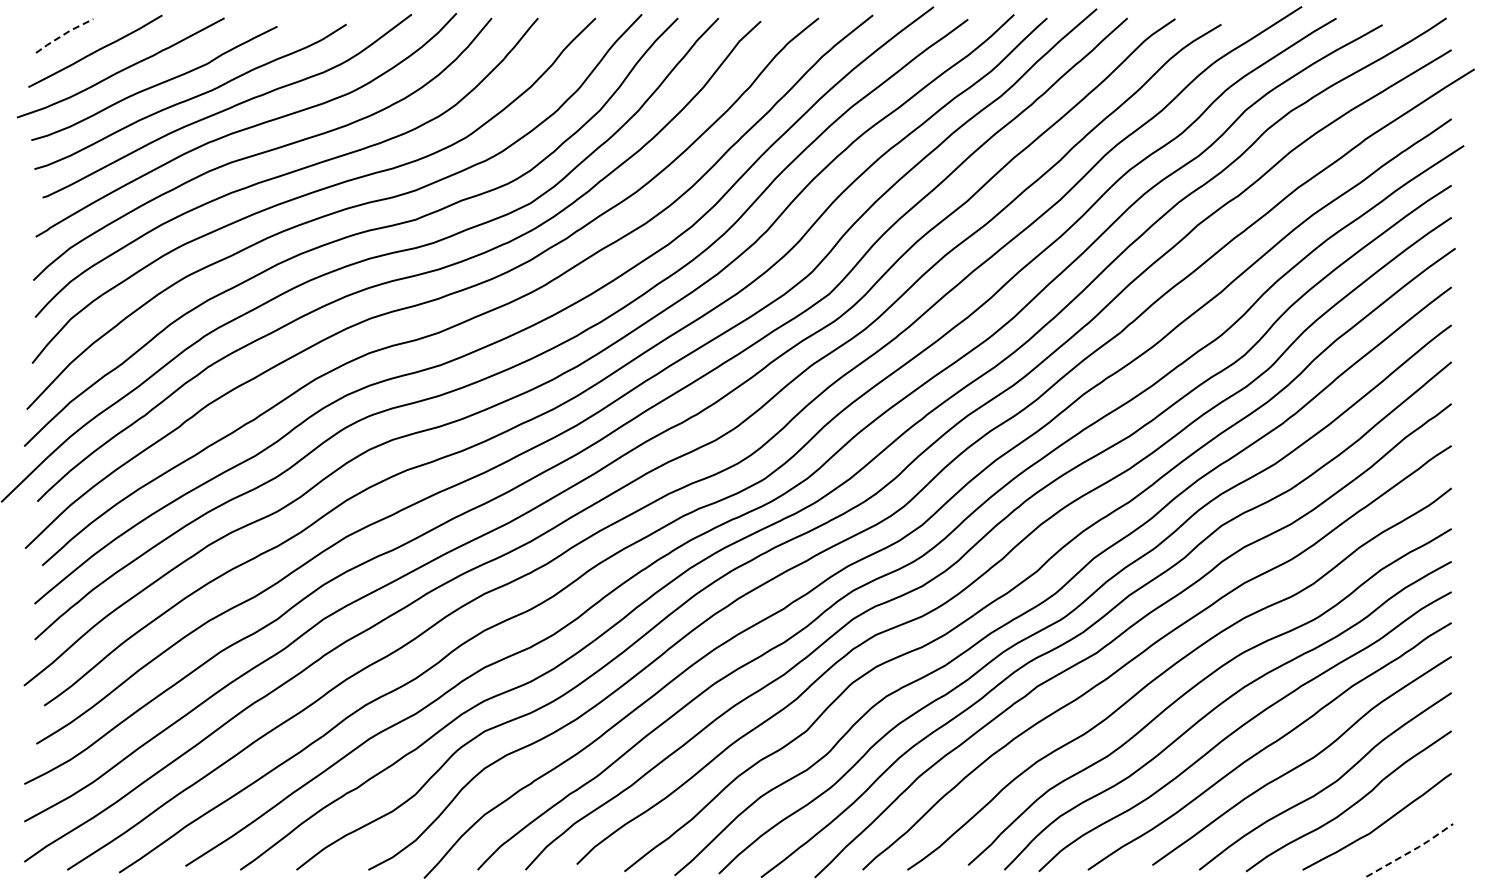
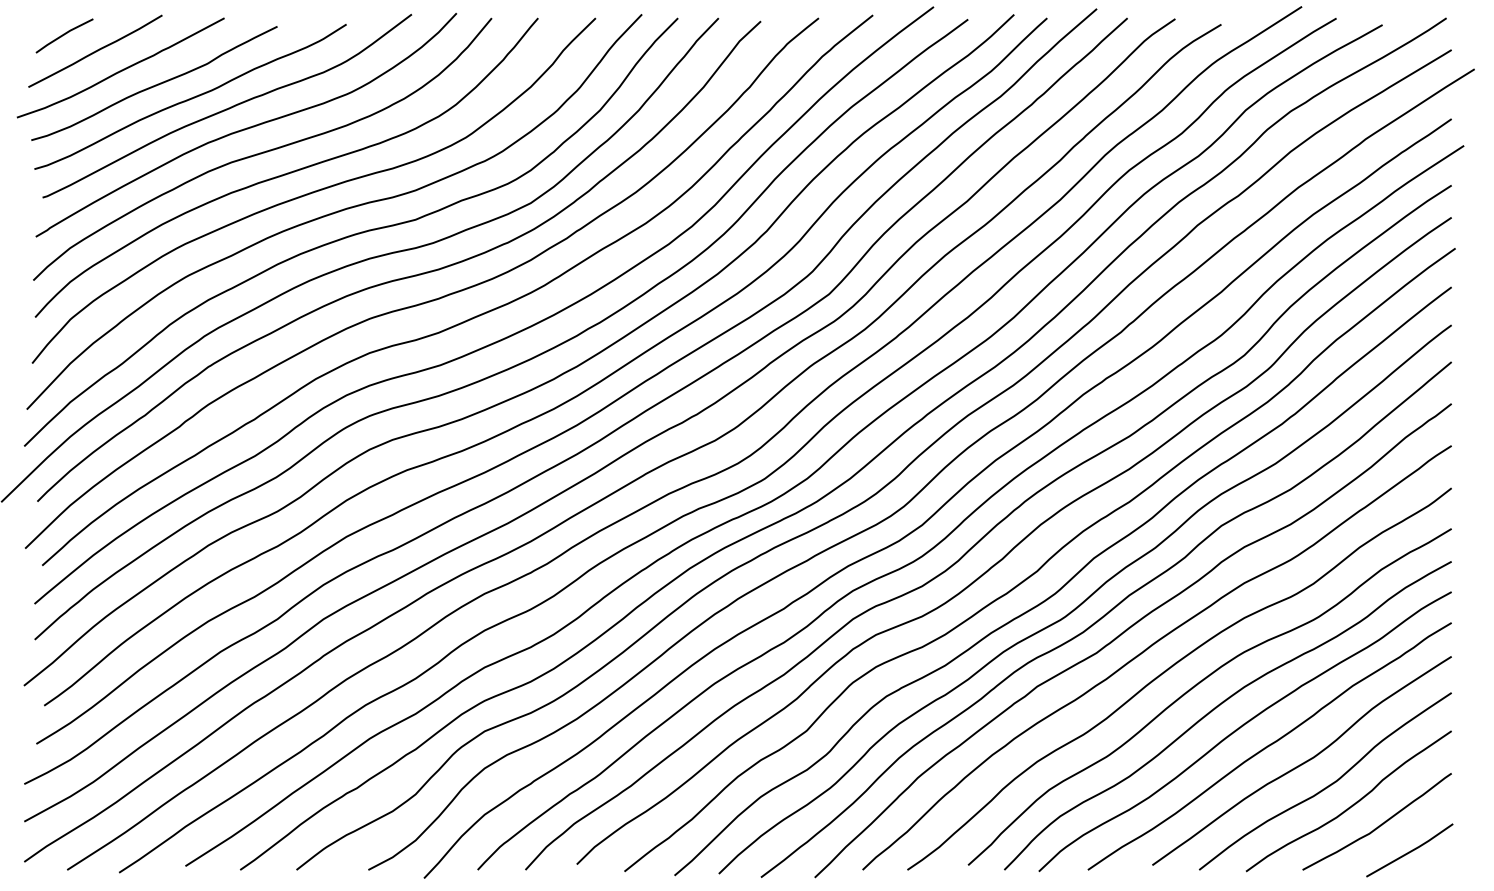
line at (63, 34): dashed -> solid
line at (1411, 850): dashed -> solid
